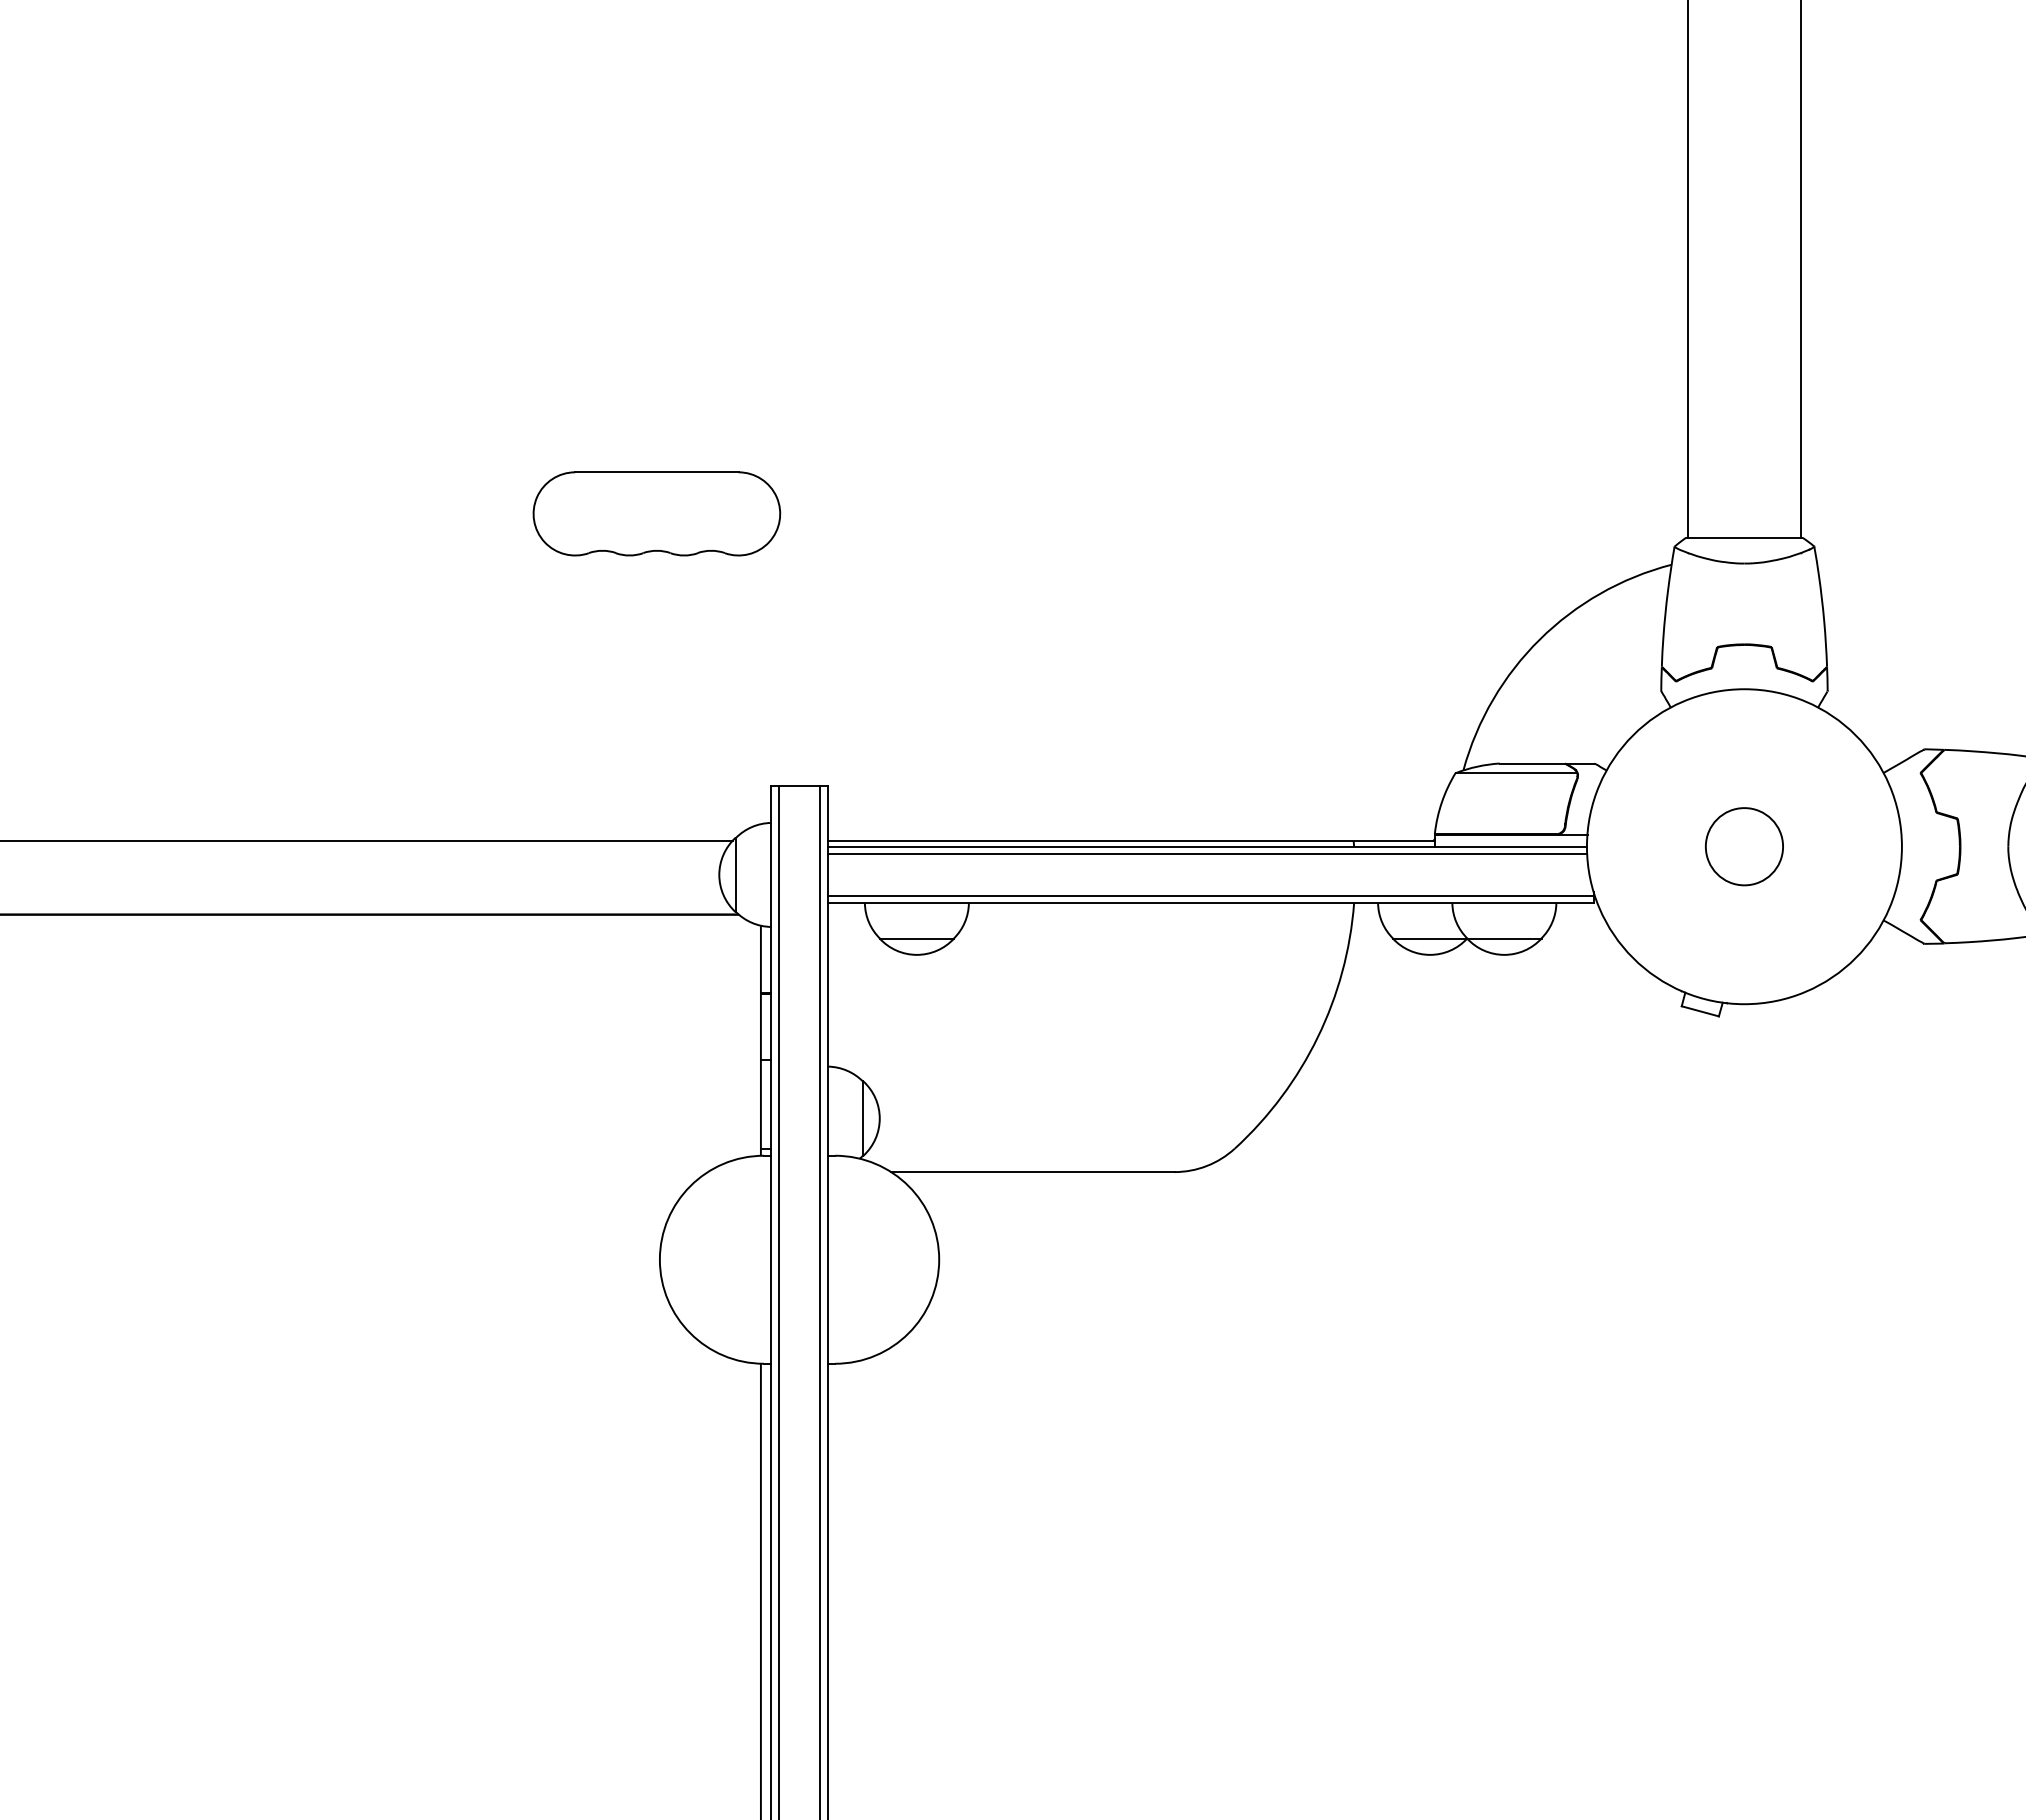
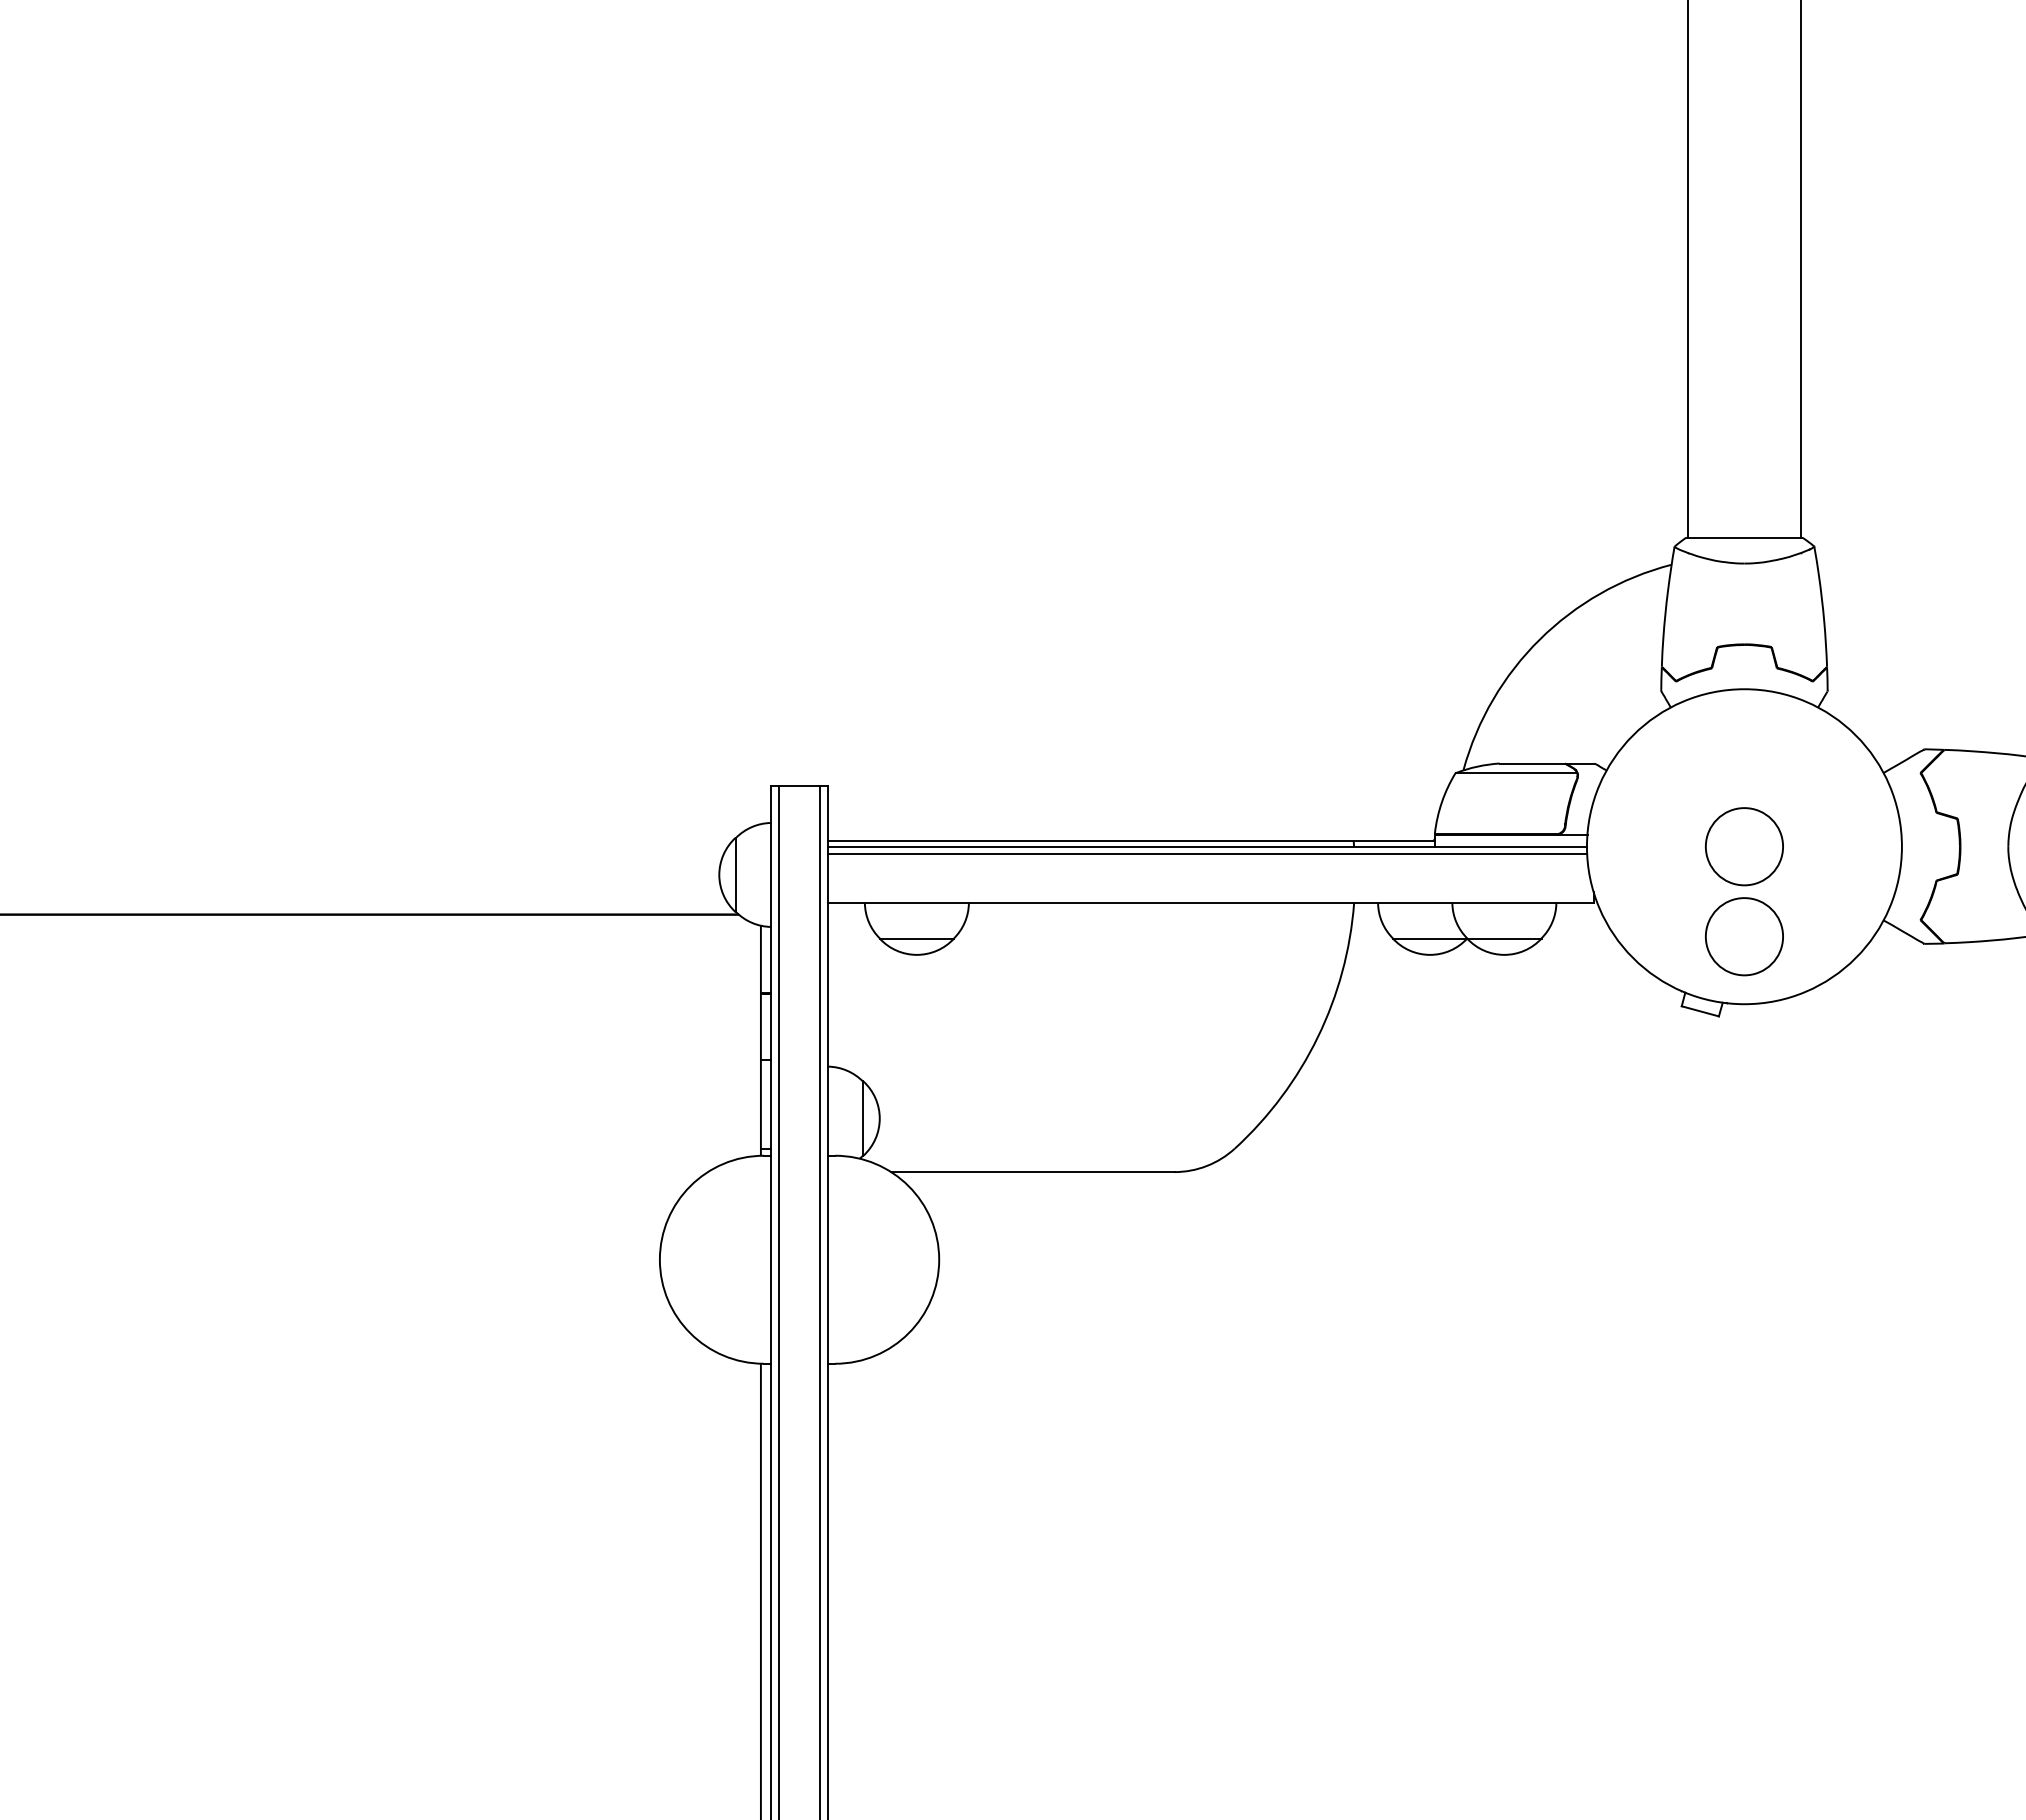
part at (656, 513): present -> none
line at (367, 840): present -> none
line at (1210, 895): present -> none
circle at (1744, 936): none -> present
